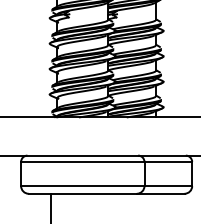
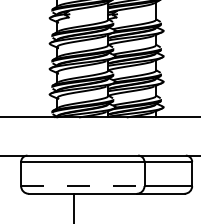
line at (82, 186): solid -> dashed
line at (51, 206) position: (51, 206) -> (74, 206)
